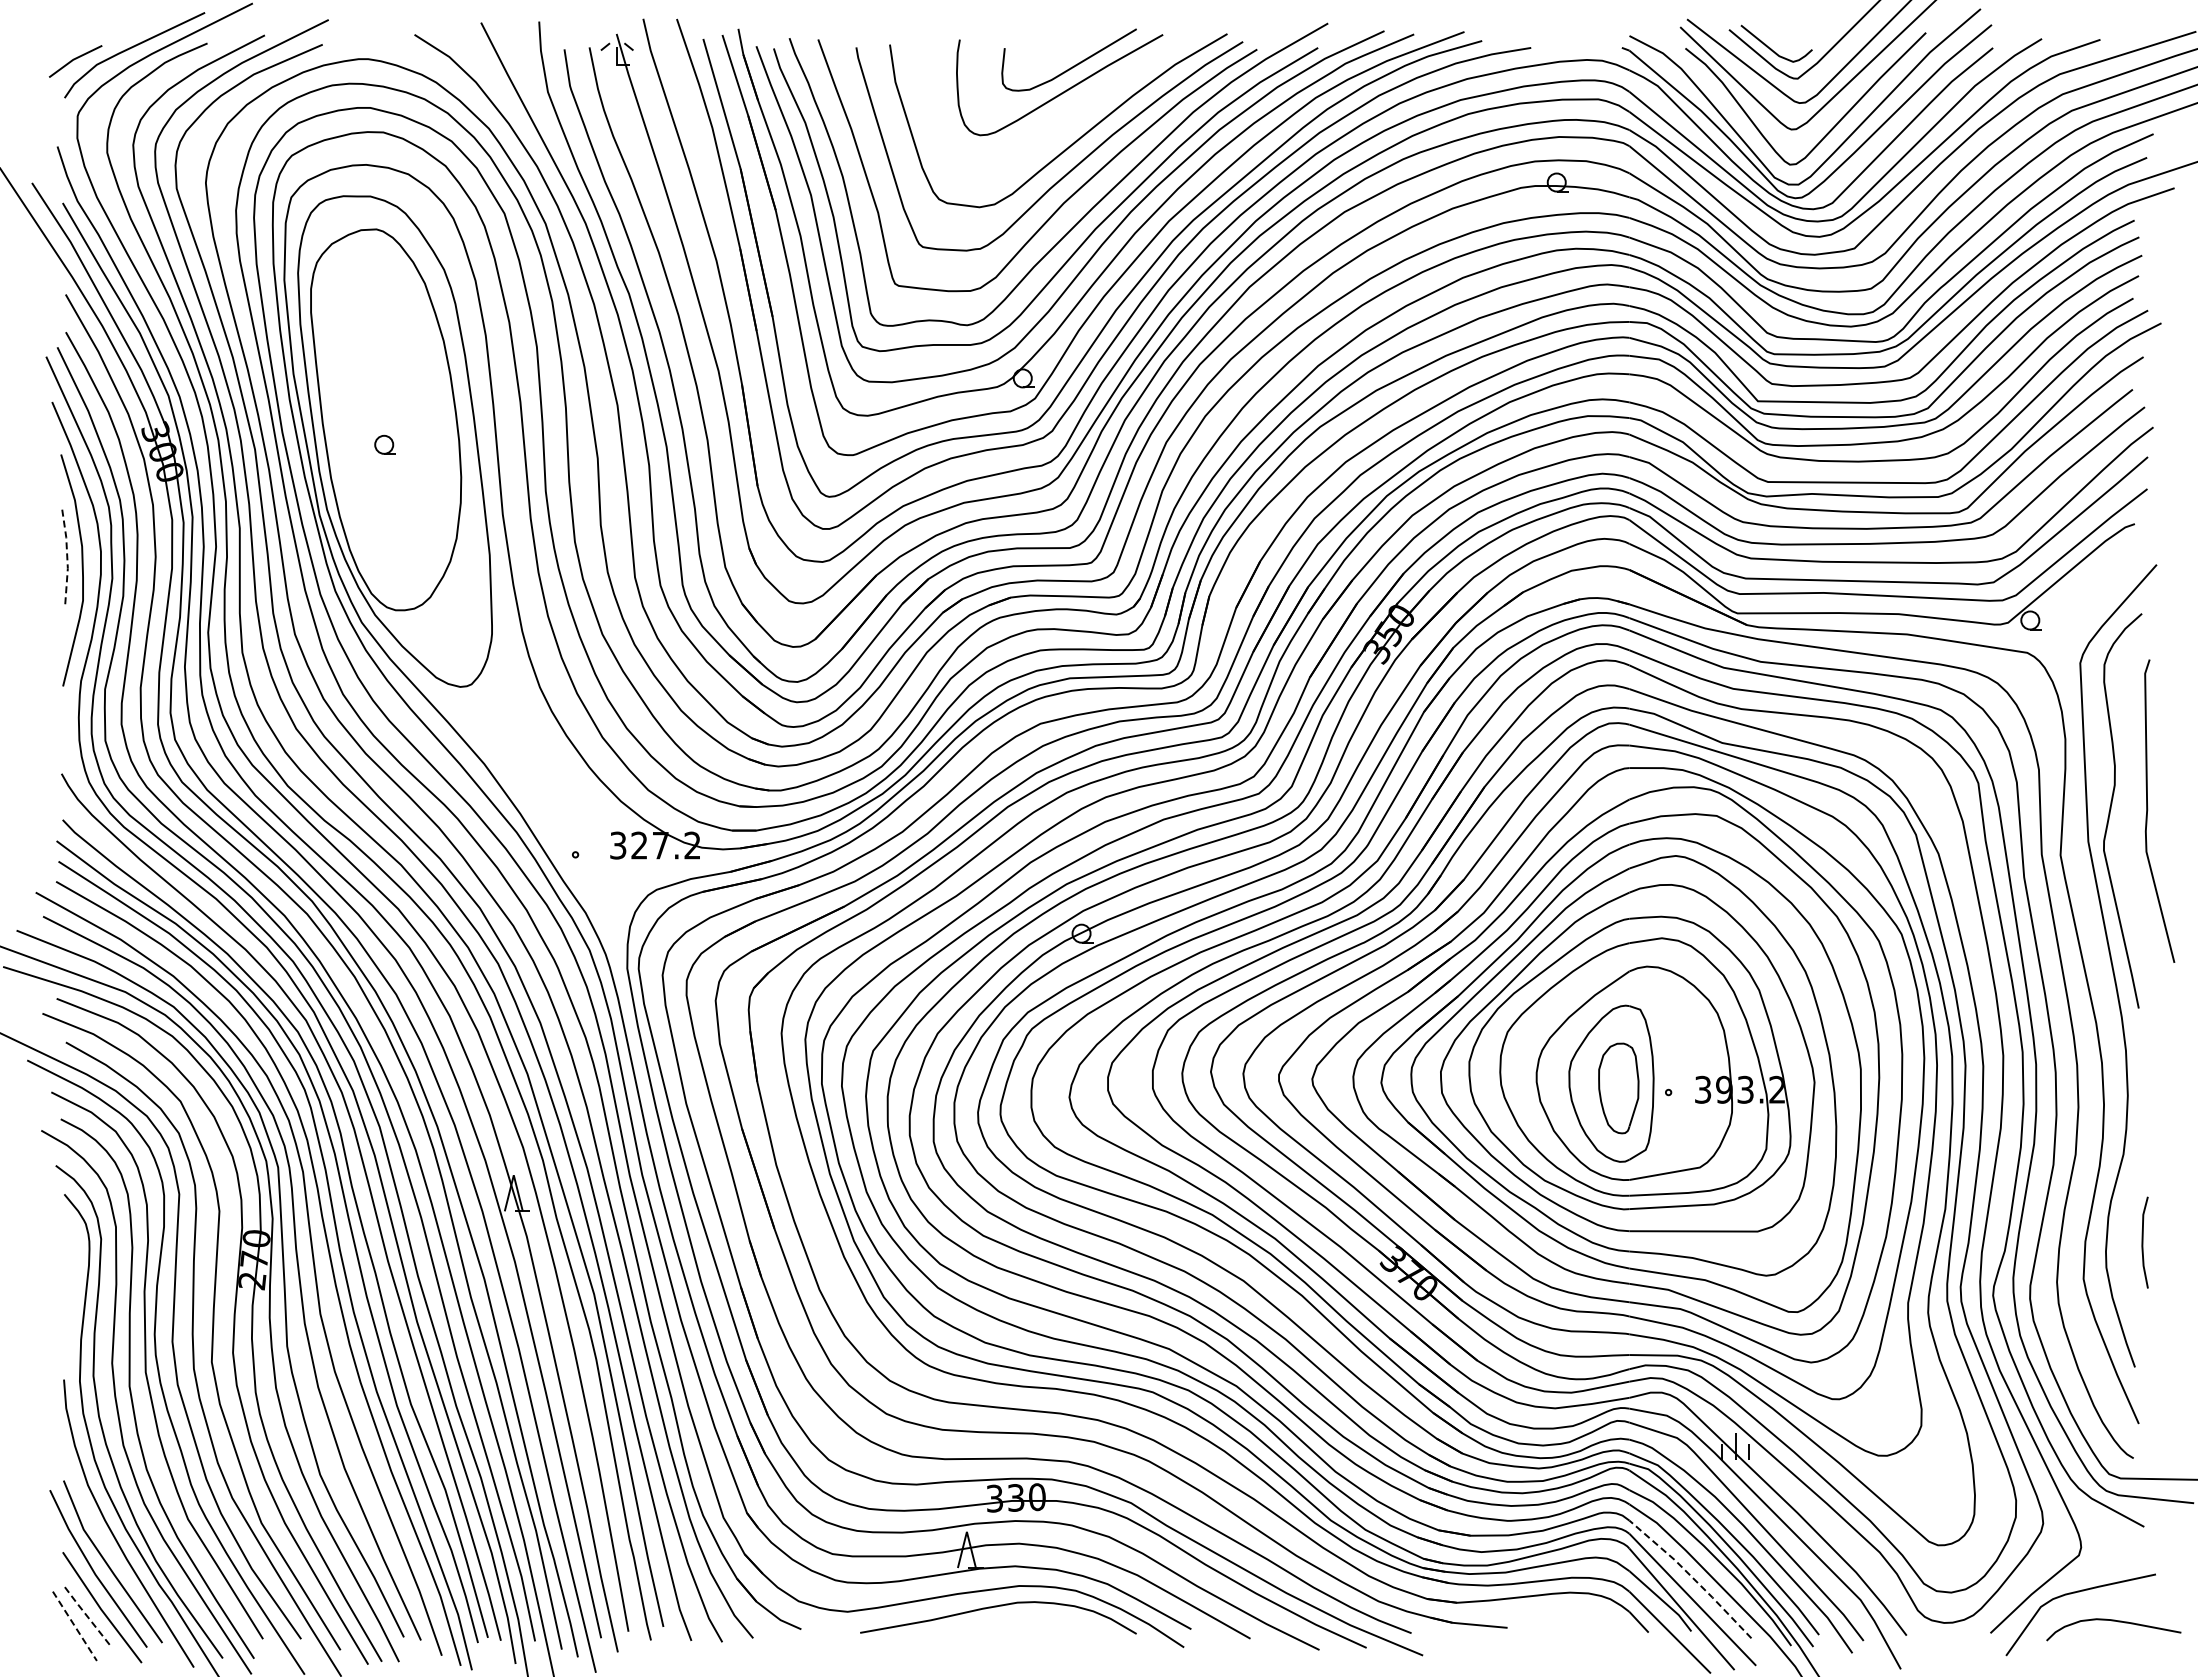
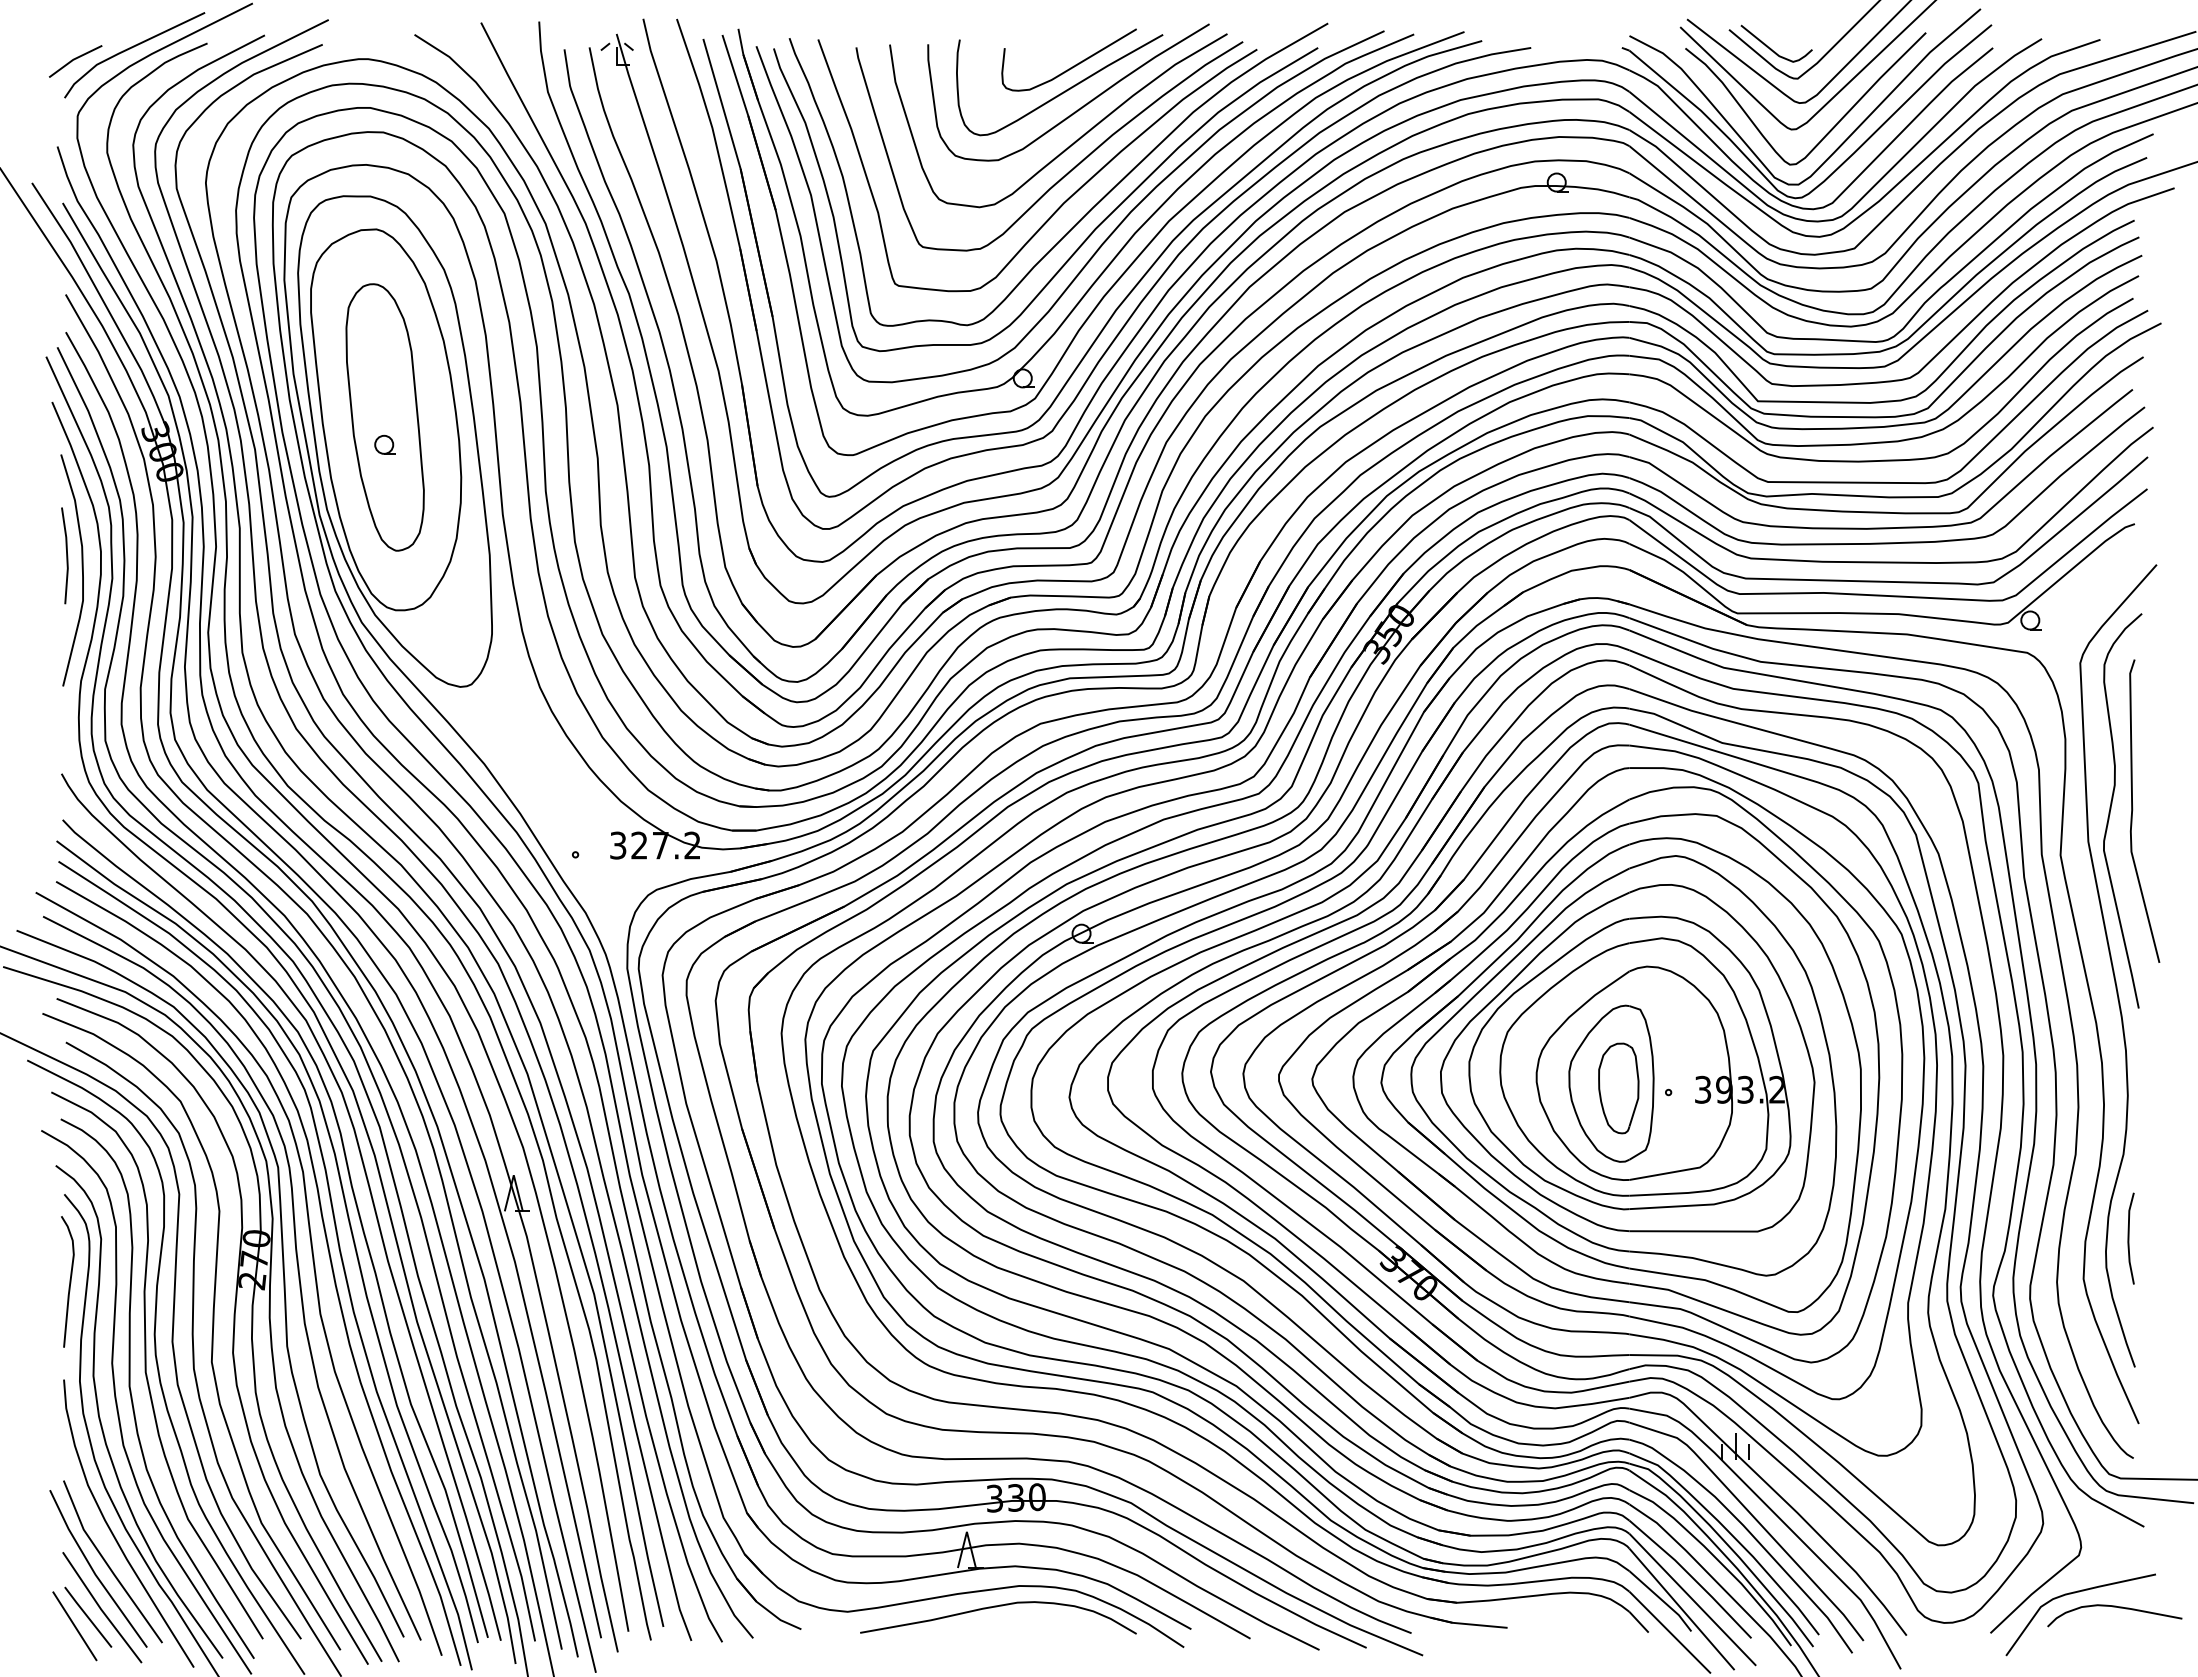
curve at (1081, 106): none -> present
part at (384, 417): none -> present
line at (67, 554): dashed -> solid
curve at (2148, 810) position: (2148, 810) -> (2133, 810)
line at (2143, 1242) position: (2143, 1242) -> (2129, 1238)
curve at (69, 1281): none -> present
line at (1692, 1577): dashed -> solid
line at (88, 1617): dashed -> solid
curve at (2113, 1621) position: (2113, 1621) -> (2114, 1607)
line at (75, 1626): dashed -> solid
